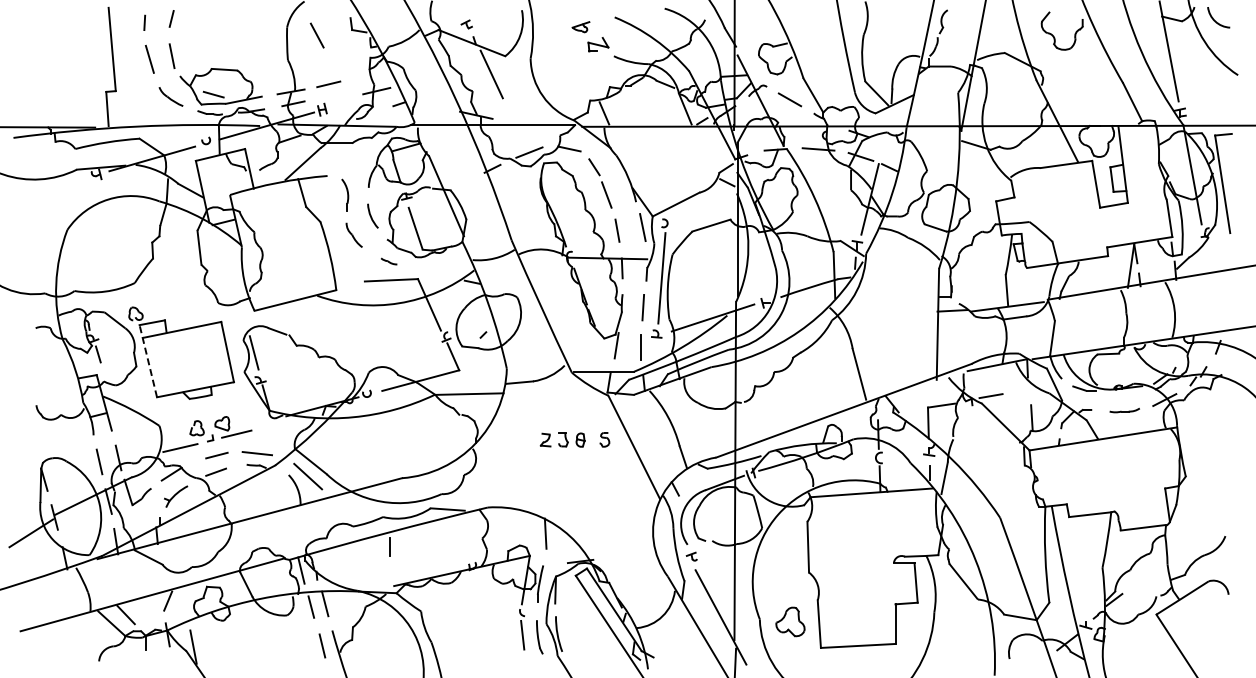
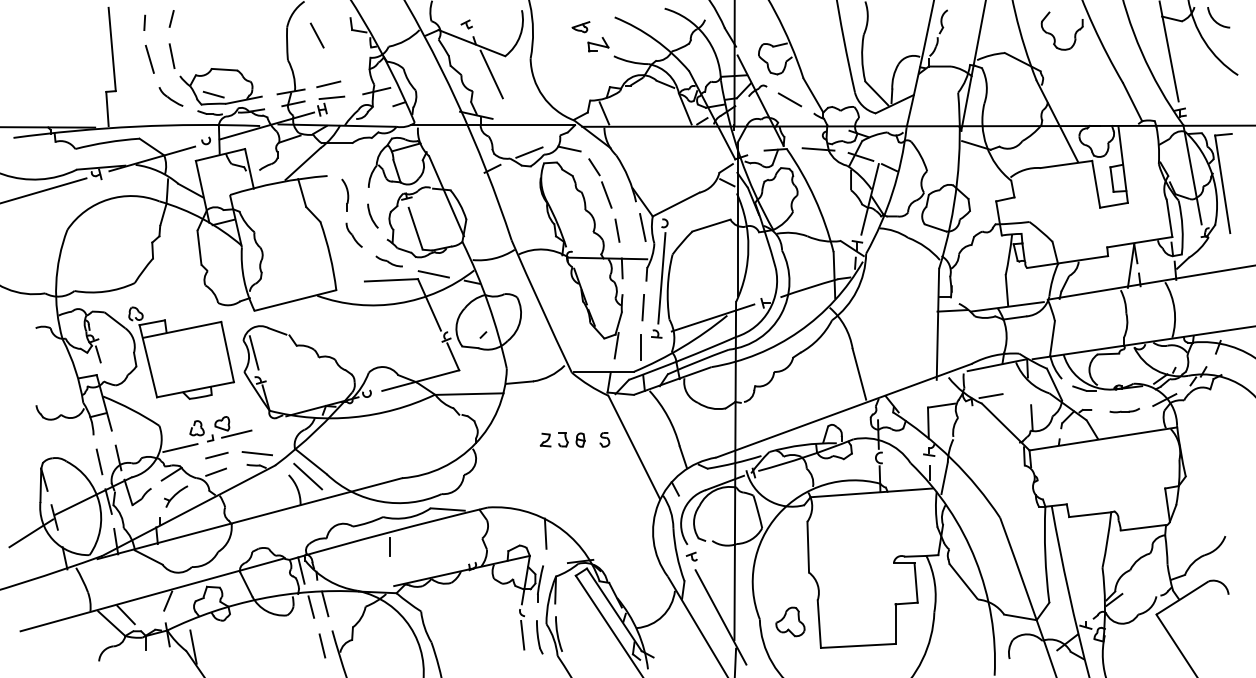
line at (331, 97): none -> present
line at (44, 190): none -> present
part at (389, 261) size: 17x9 px -> 28x13 px
line at (433, 274): none -> present
line at (148, 360): dashed -> solid
